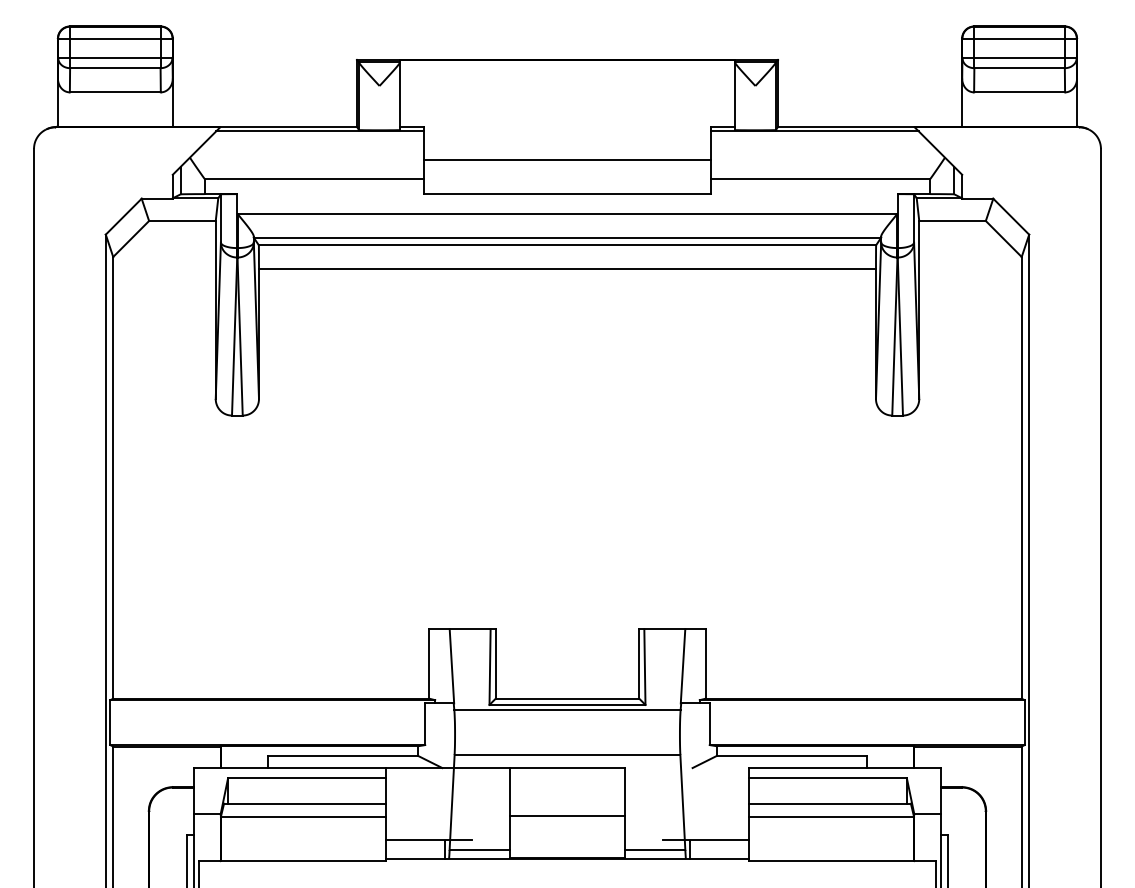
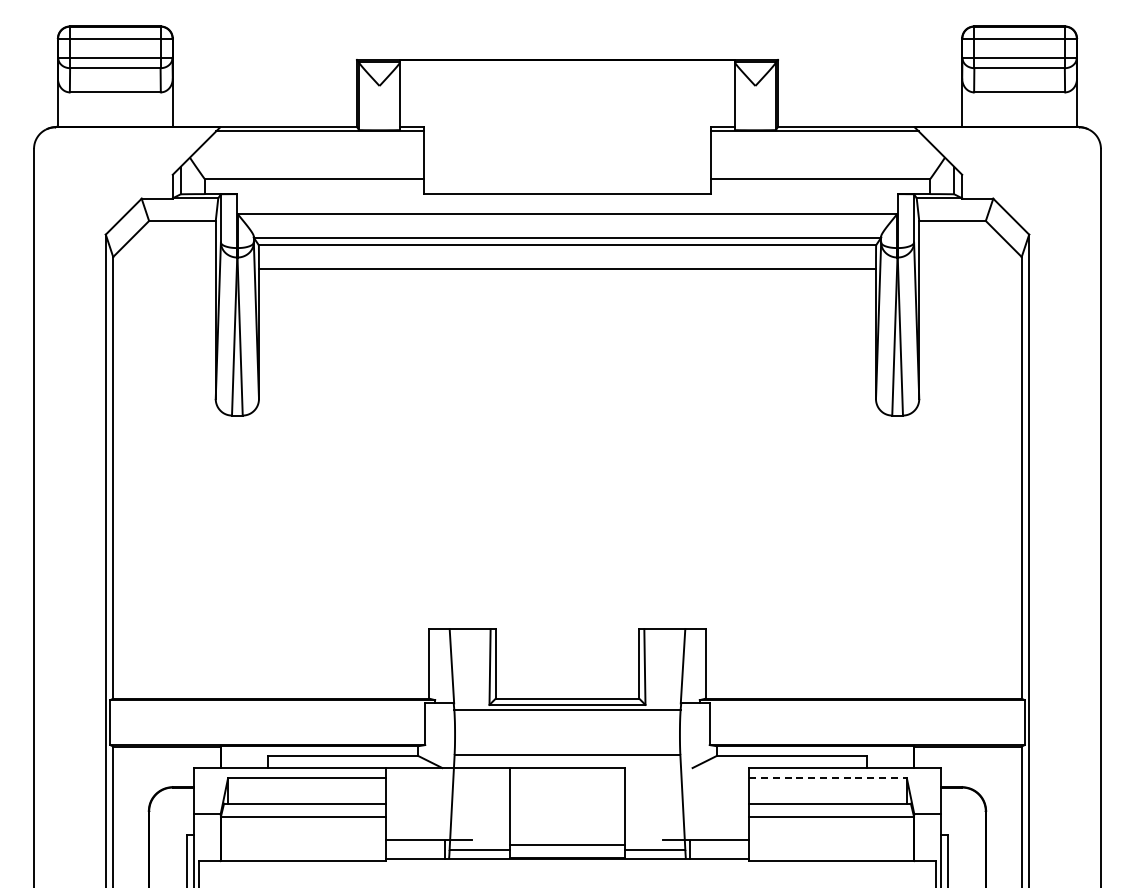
line at (567, 160): present -> none
line at (828, 778): solid -> dashed
line at (567, 815) position: (567, 815) -> (567, 844)
